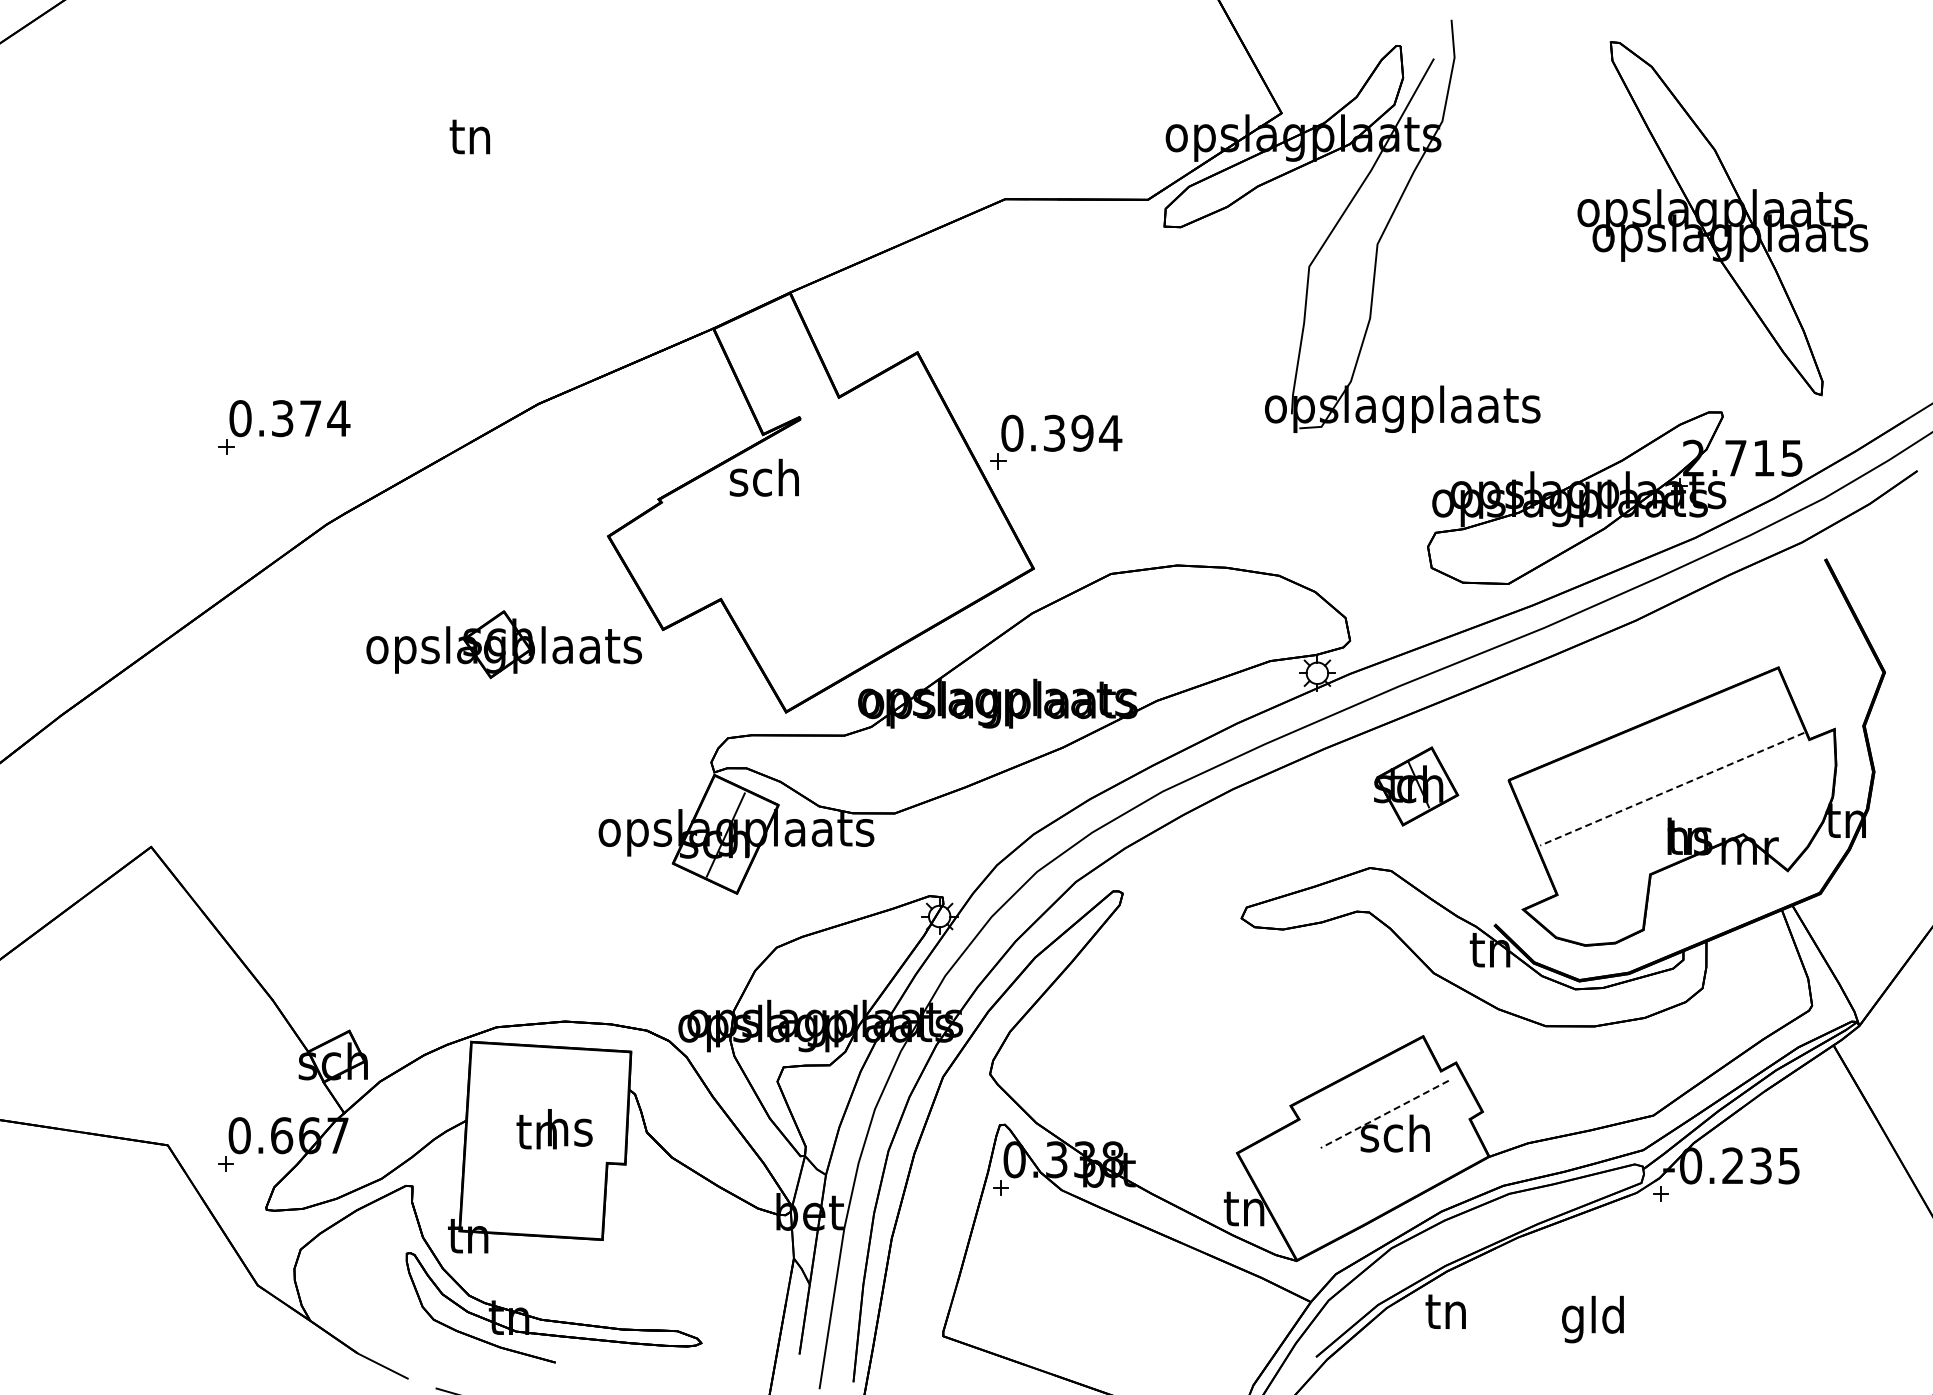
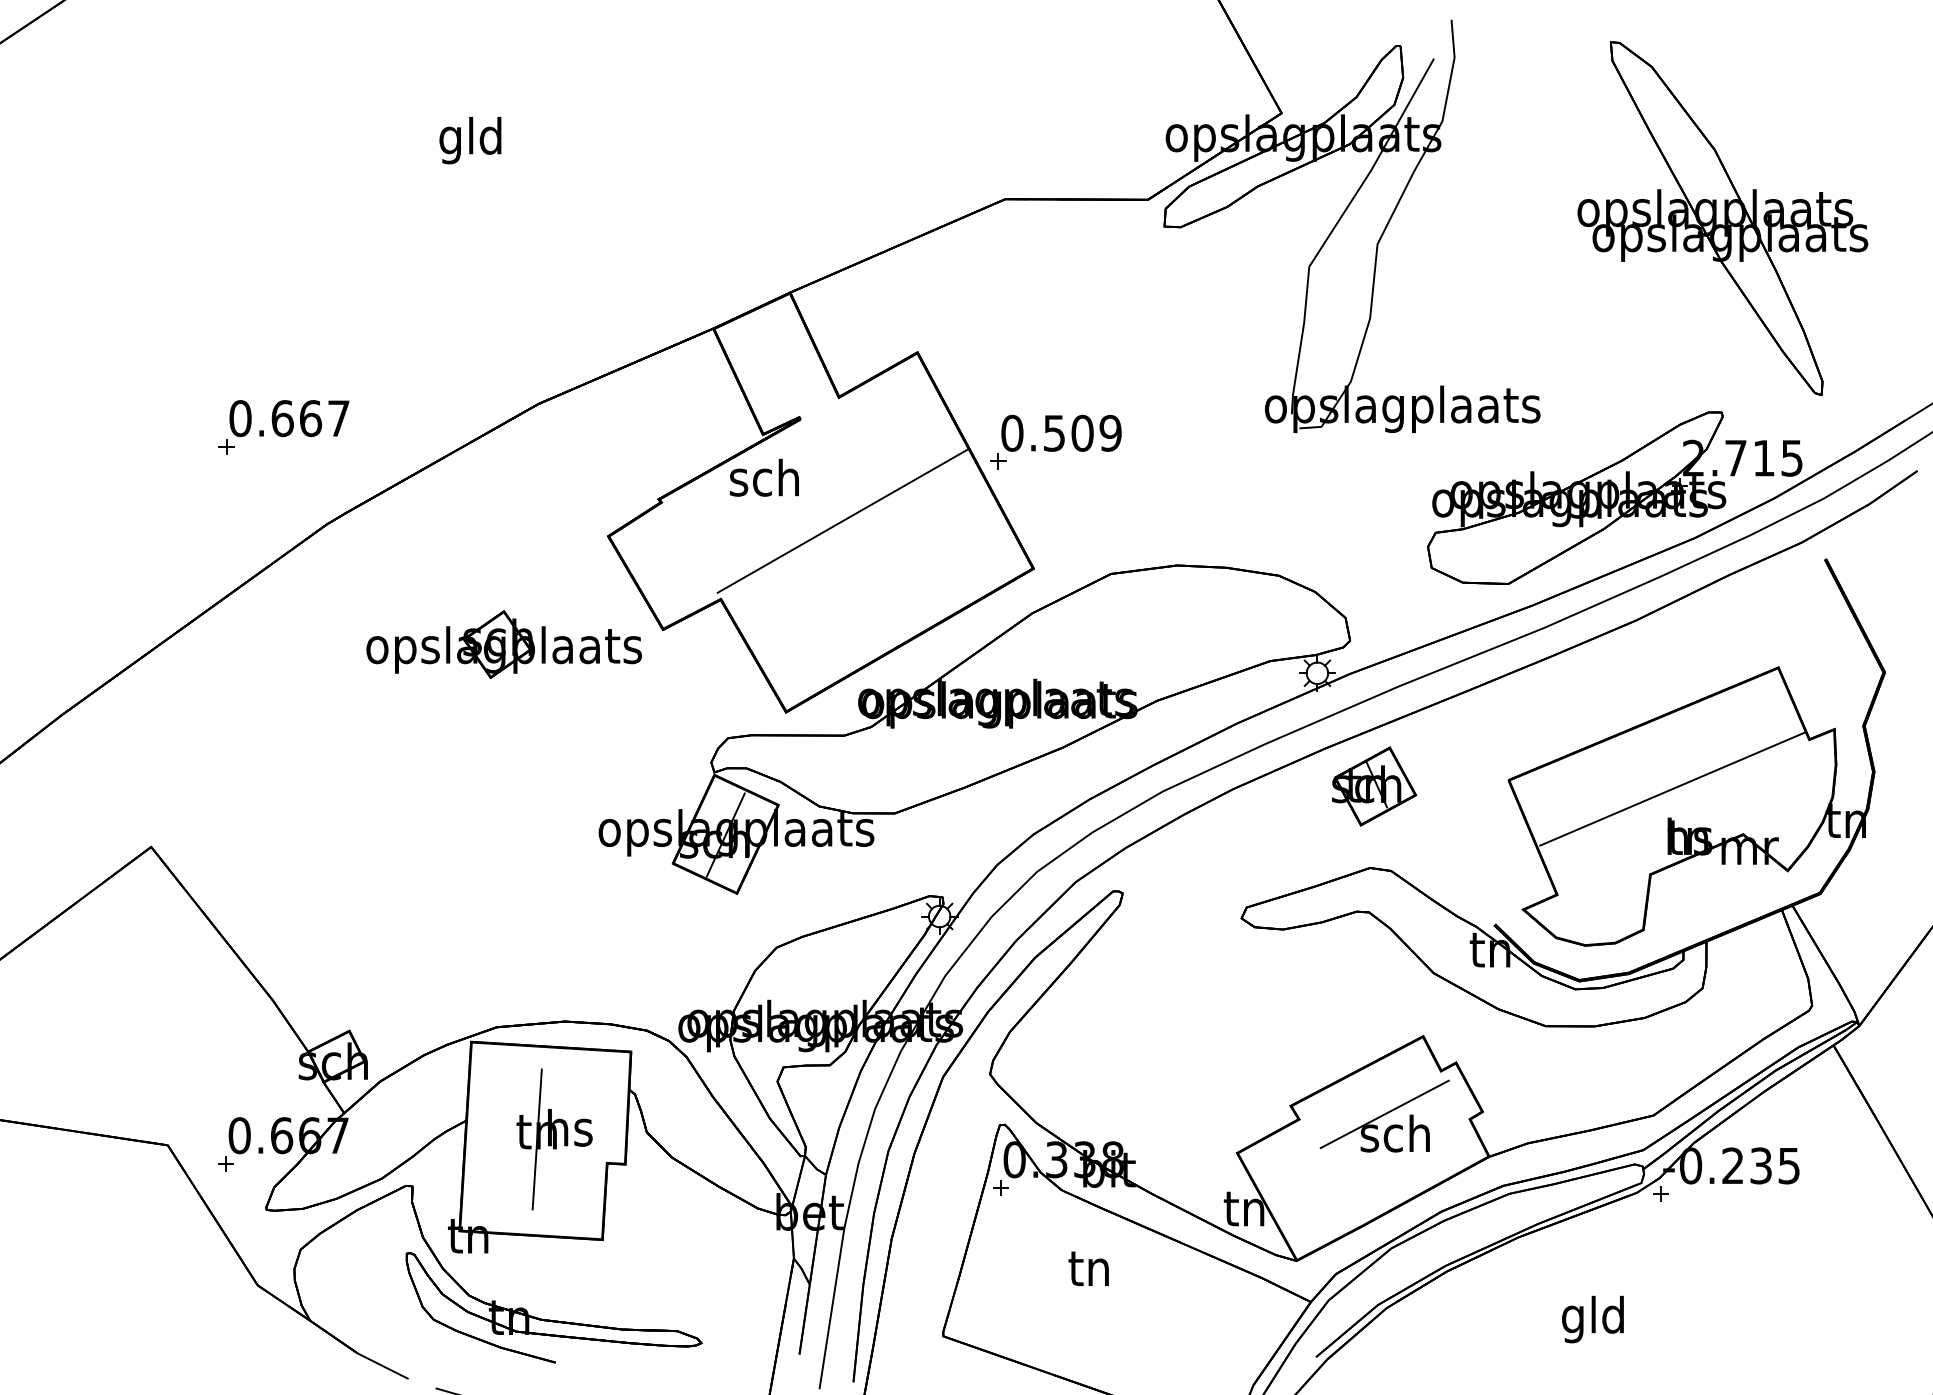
text at (470, 140): tn -> gld
text at (310, 418): 0.374 -> 0.667
text at (1083, 432): 0.394 -> 0.509
line at (842, 520): none -> present
part at (1416, 786) position: (1416, 786) -> (1374, 786)
line at (1672, 789): dashed -> solid
line at (1384, 1114): dashed -> solid
line at (536, 1139): none -> present
text at (1445, 1311) position: (1445, 1311) -> (1088, 1268)
